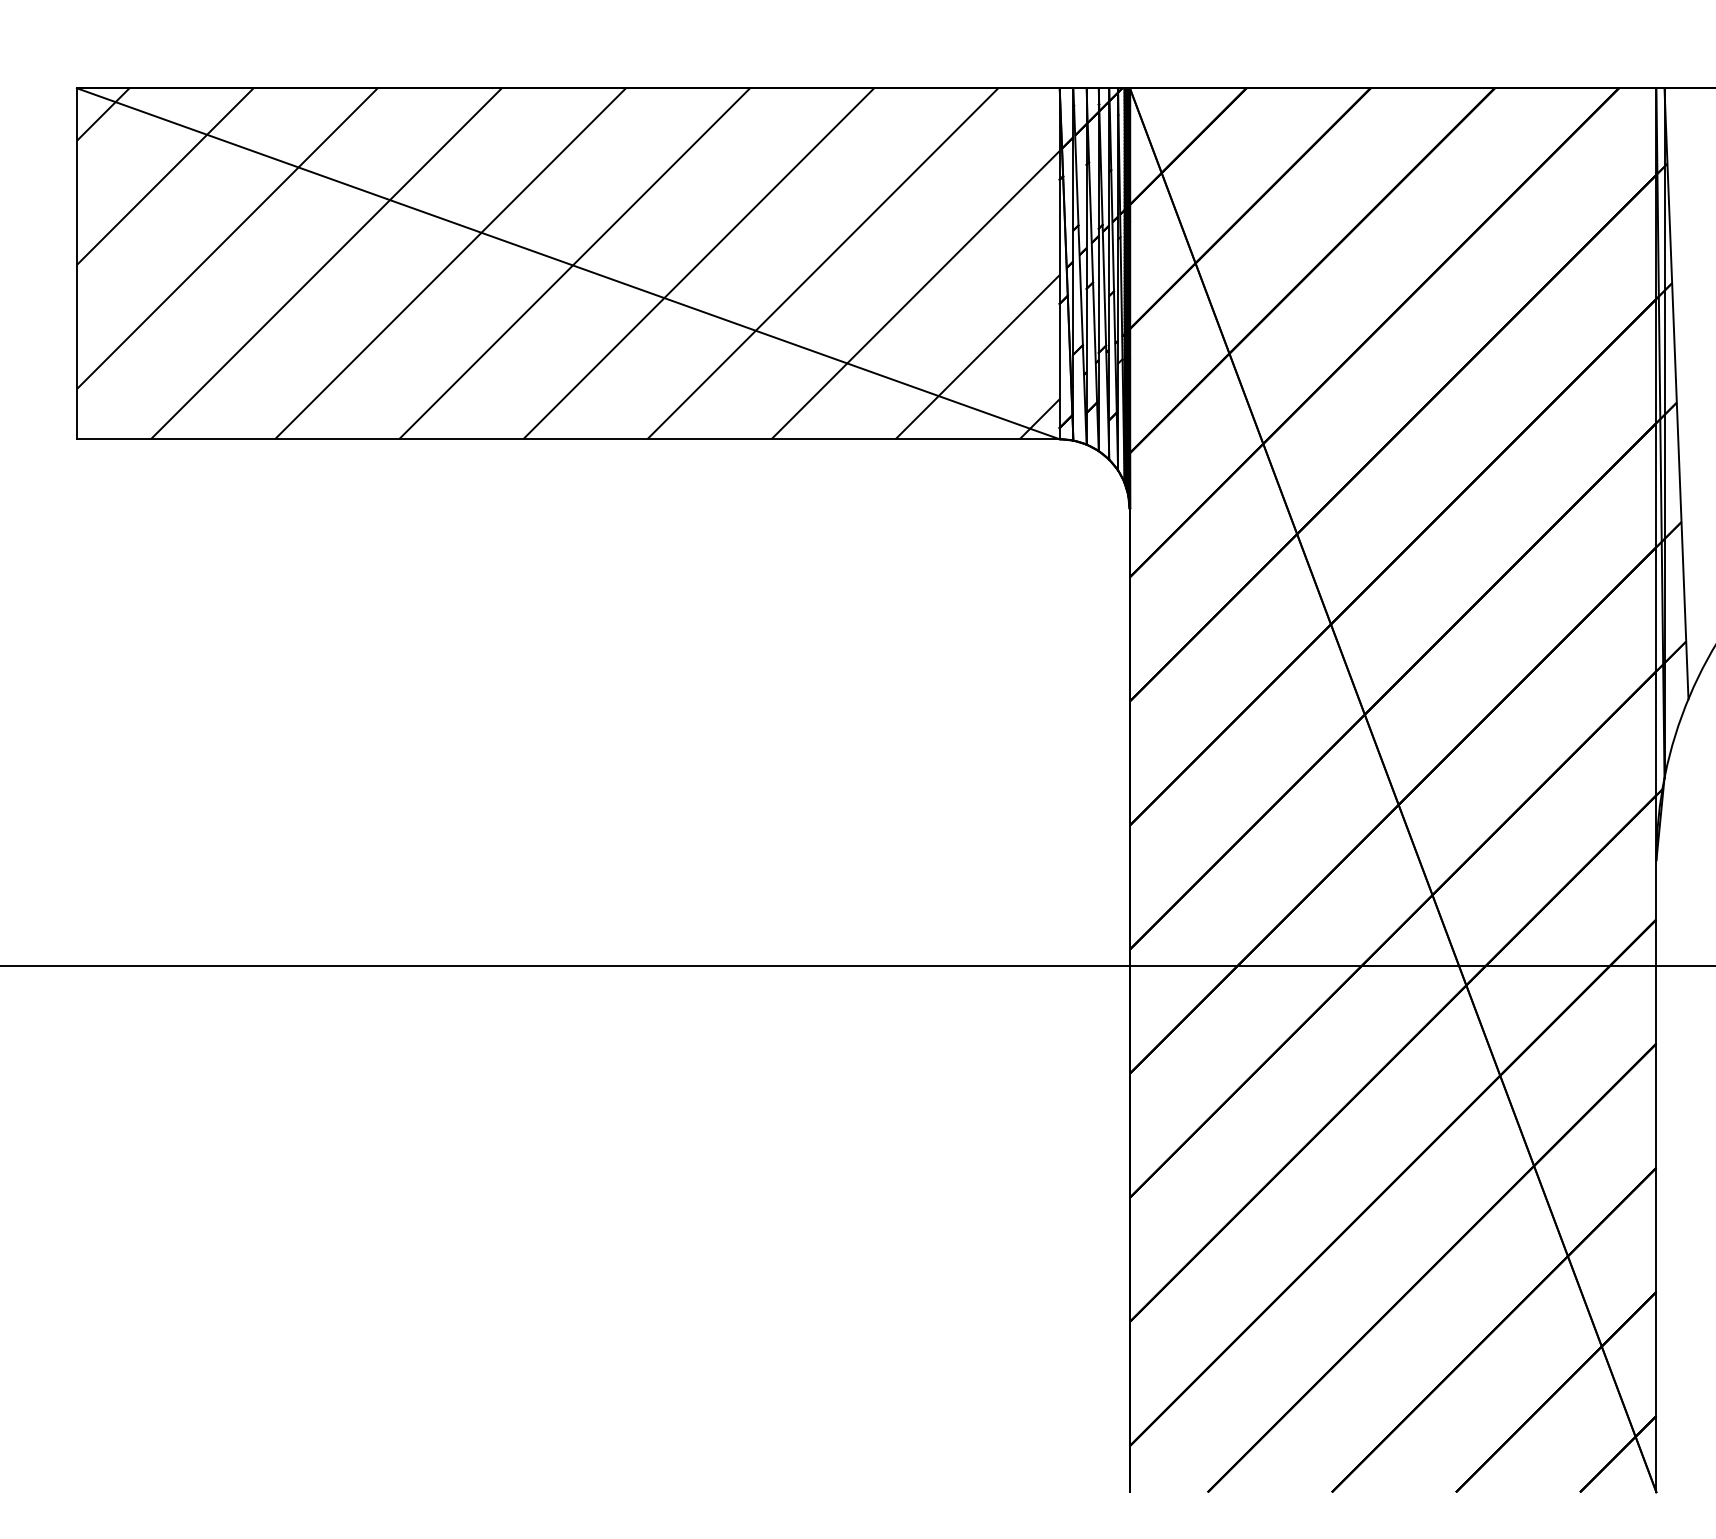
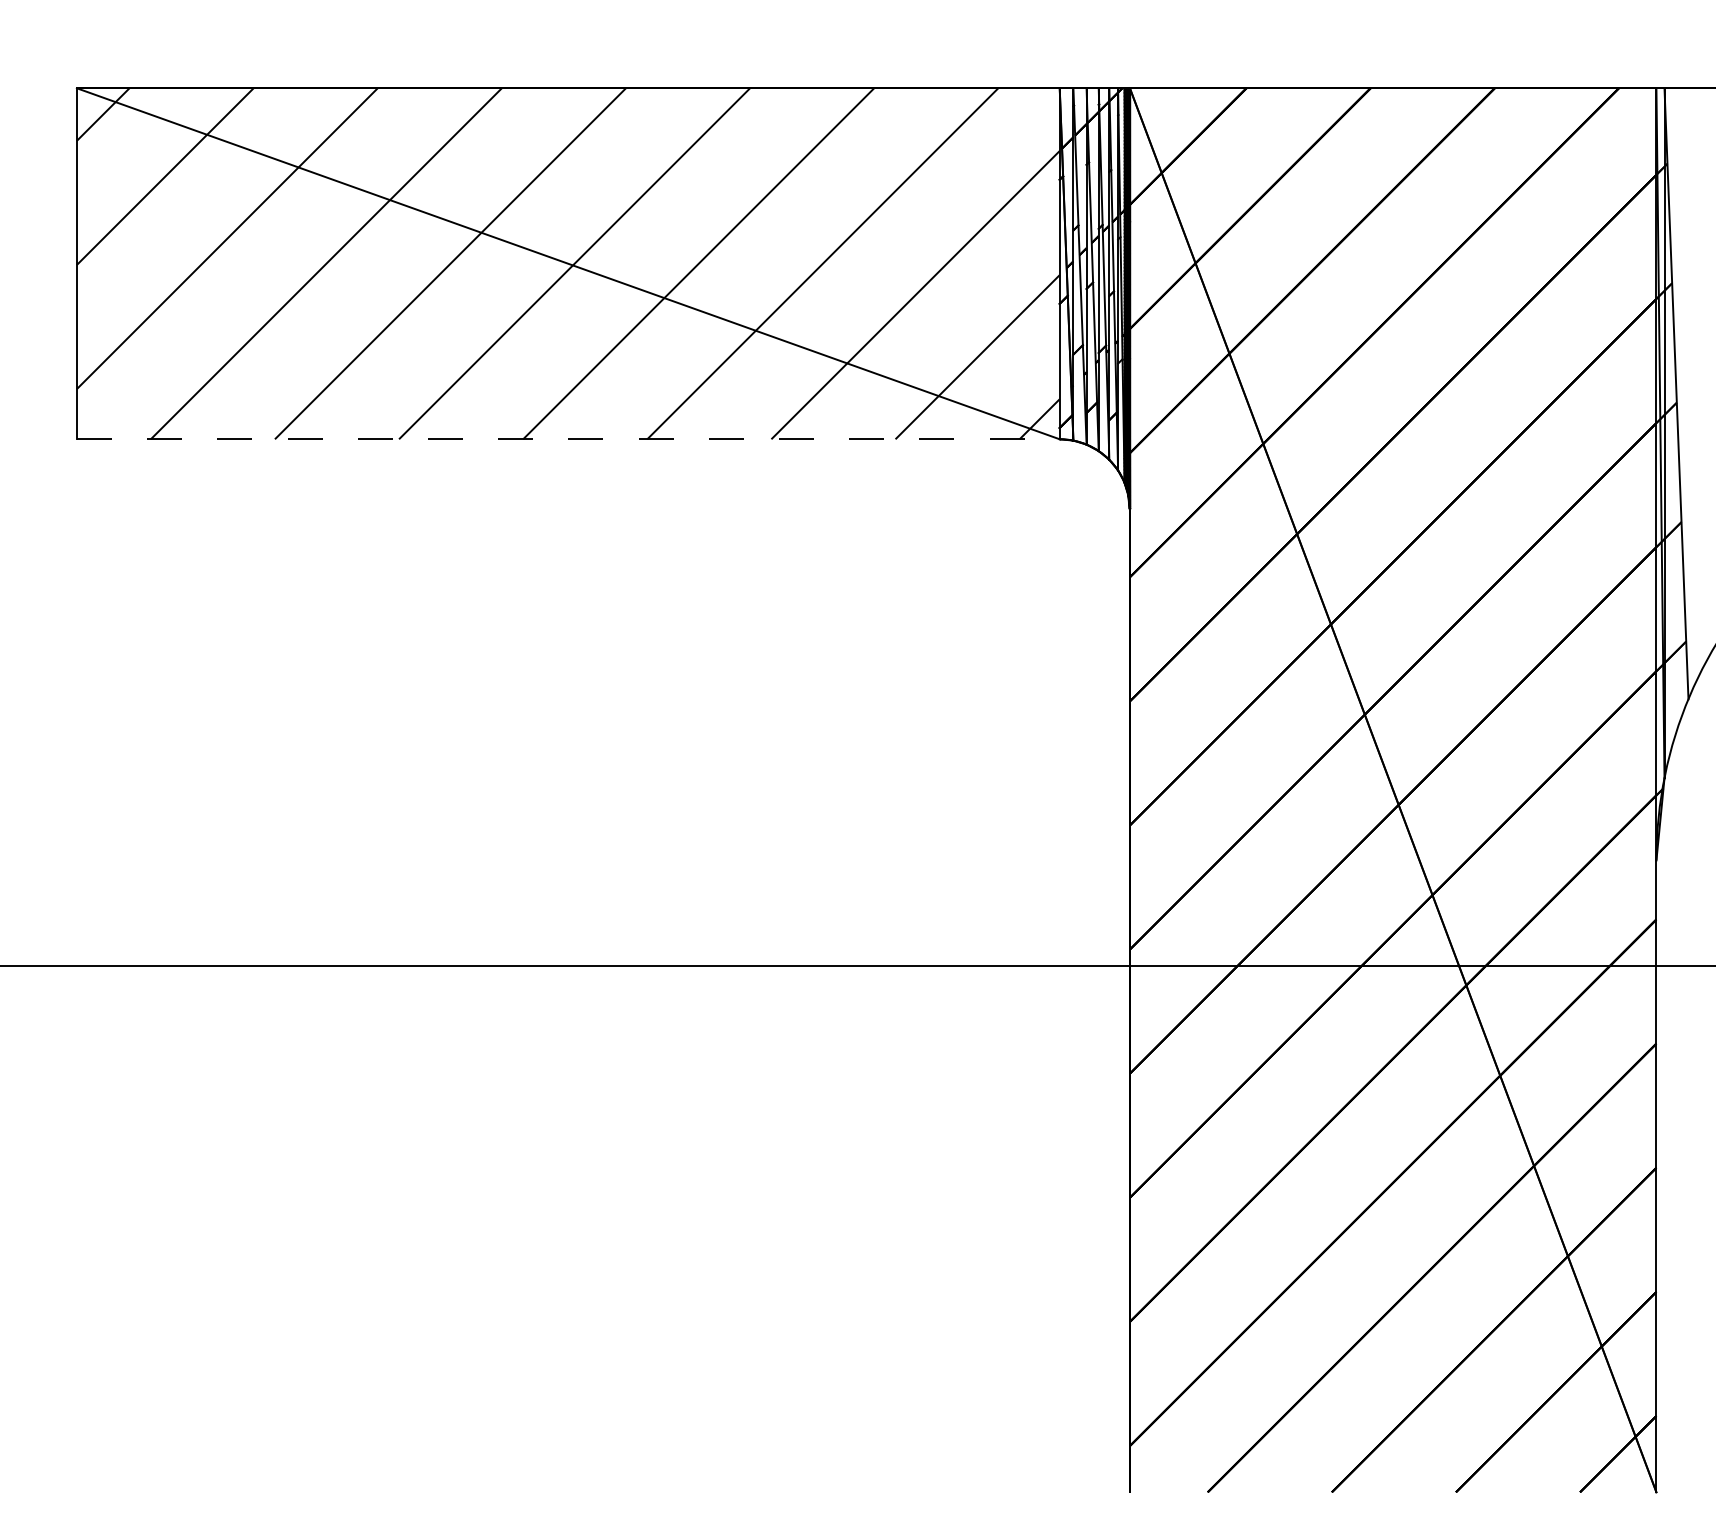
line at (568, 439): solid -> dashed
